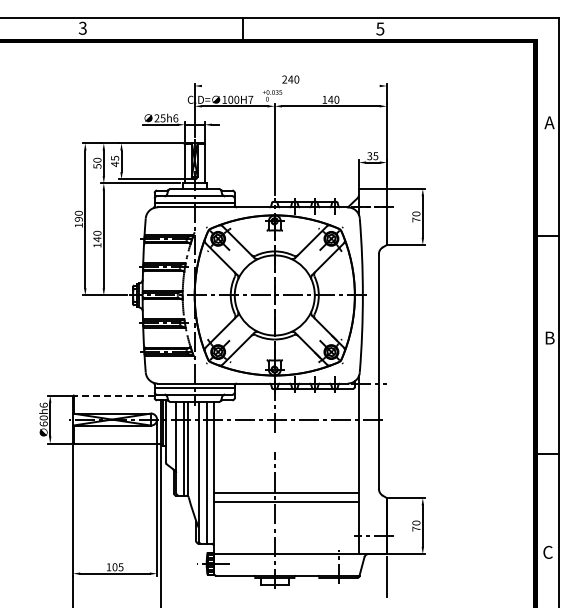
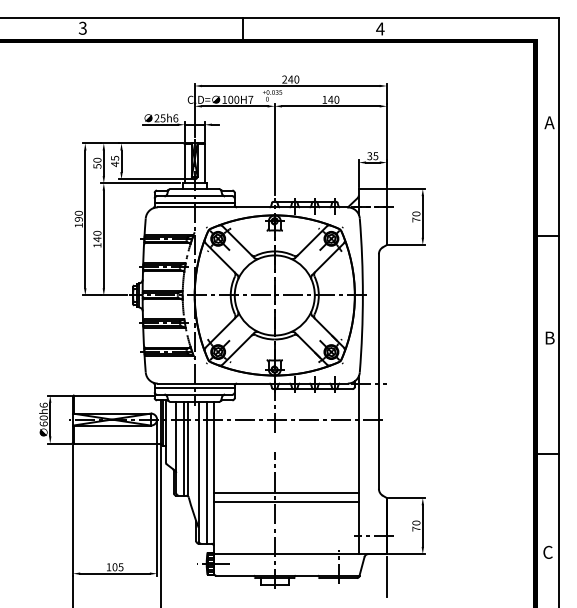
text at (380, 28): 5 -> 4
line at (290, 86): none -> present
line at (113, 395): dashed -> solid
